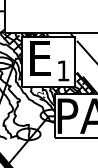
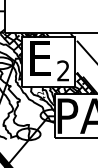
text at (63, 70): 1 -> 2
